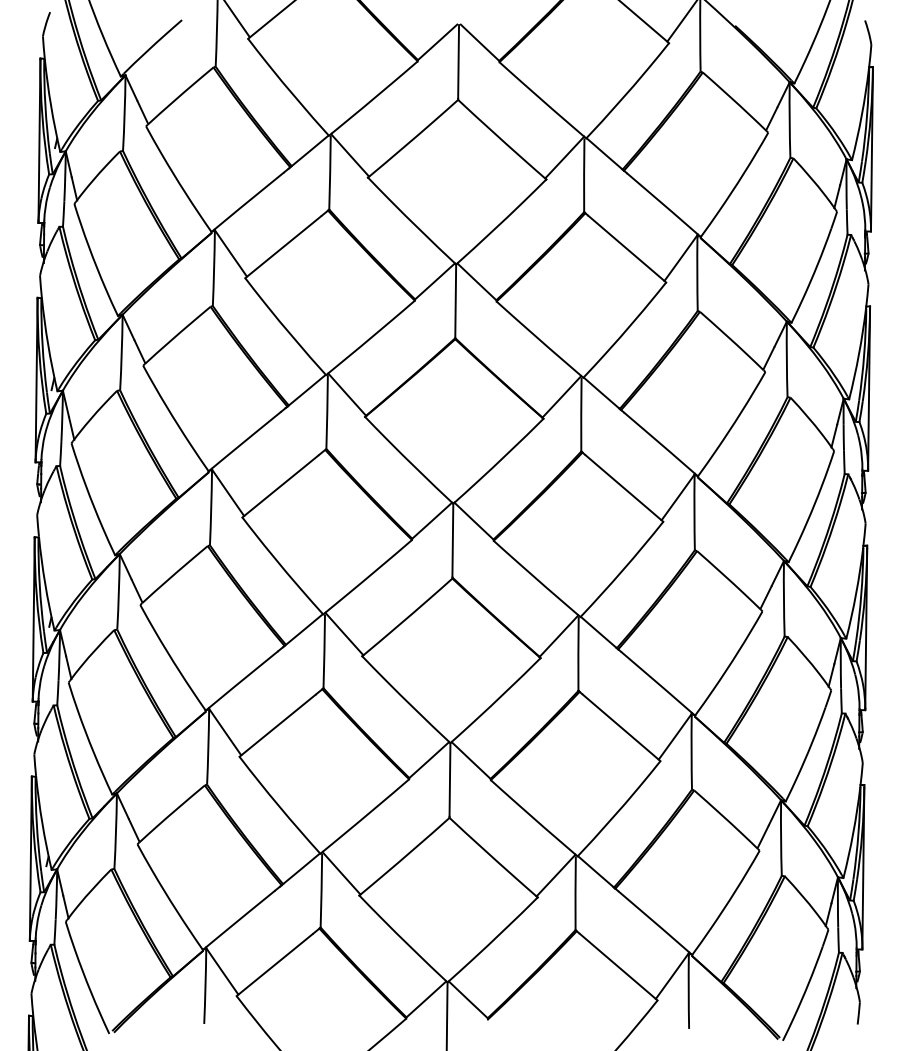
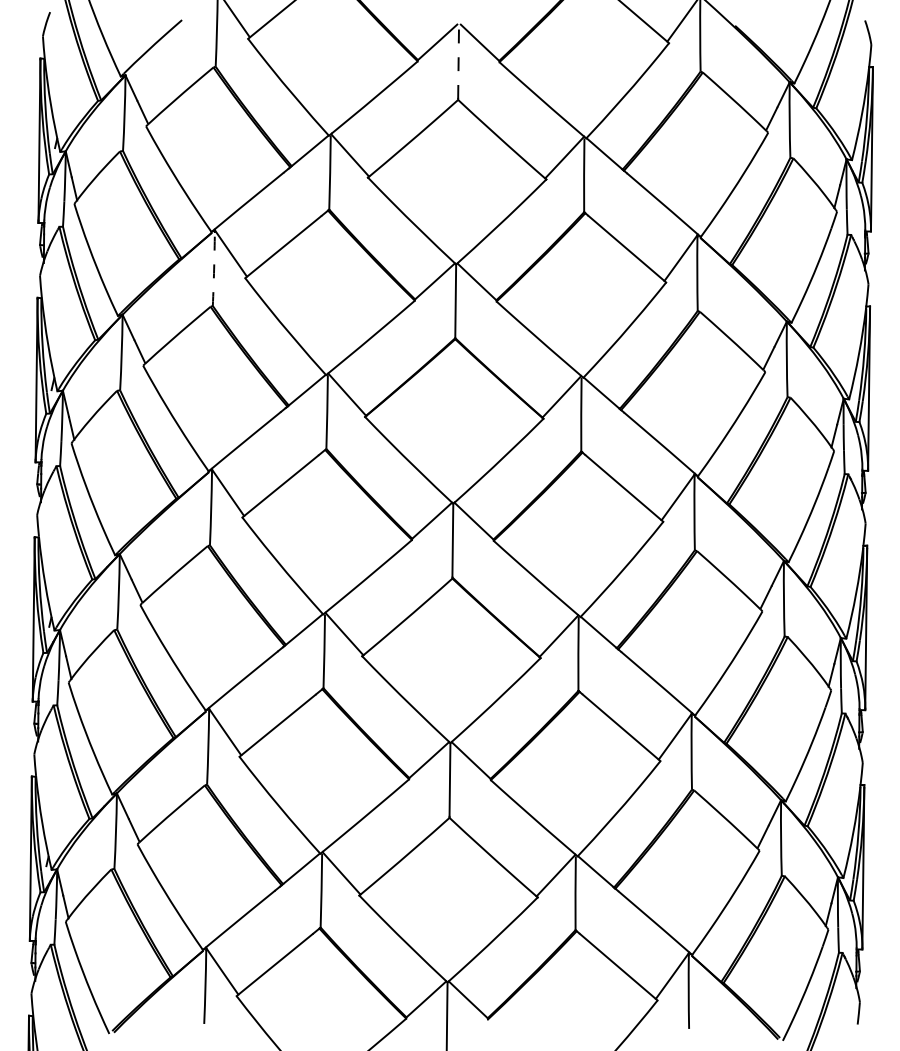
line at (458, 62): solid -> dashed
arc at (214, 269): solid -> dashed
